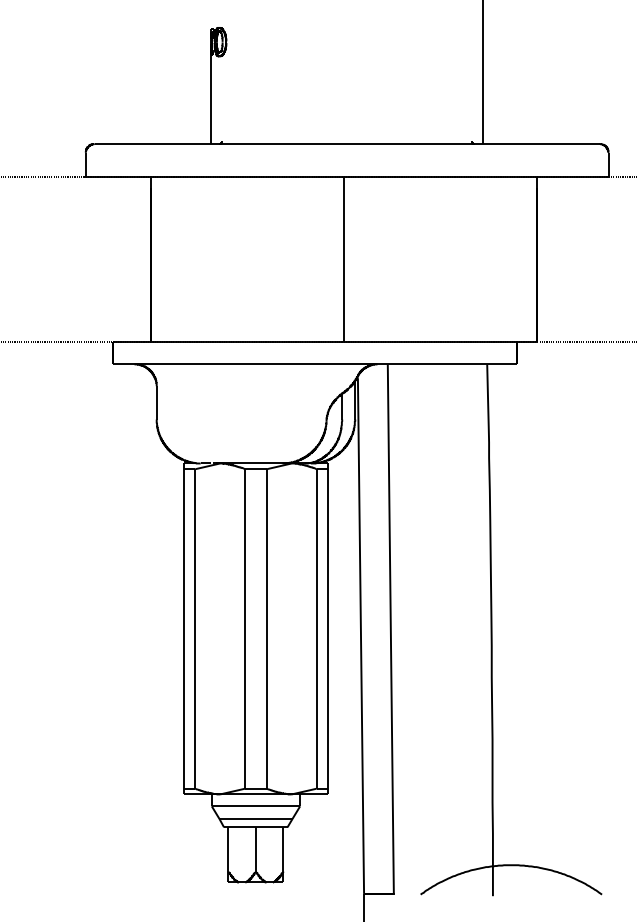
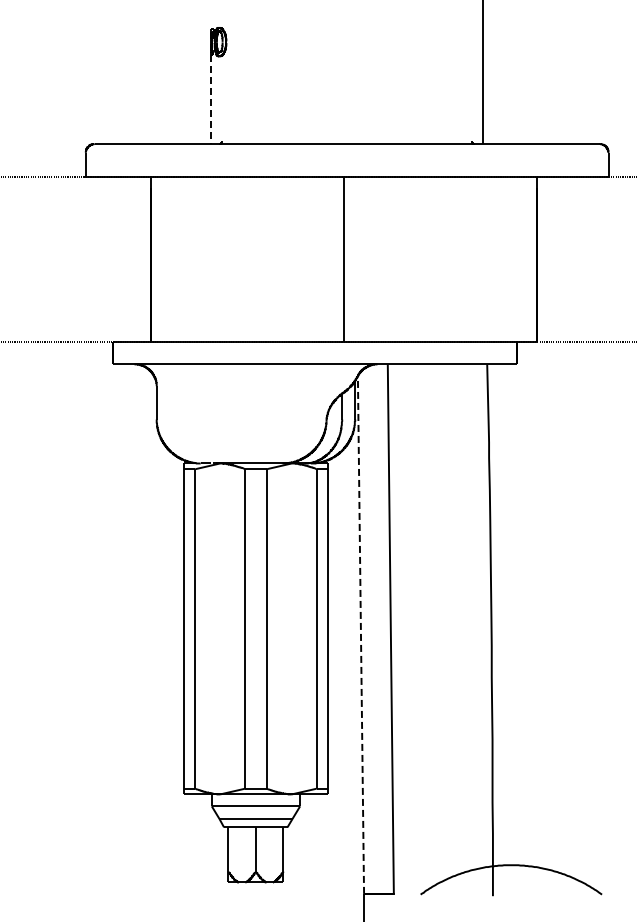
line at (211, 94): solid -> dashed
line at (360, 636): solid -> dashed
